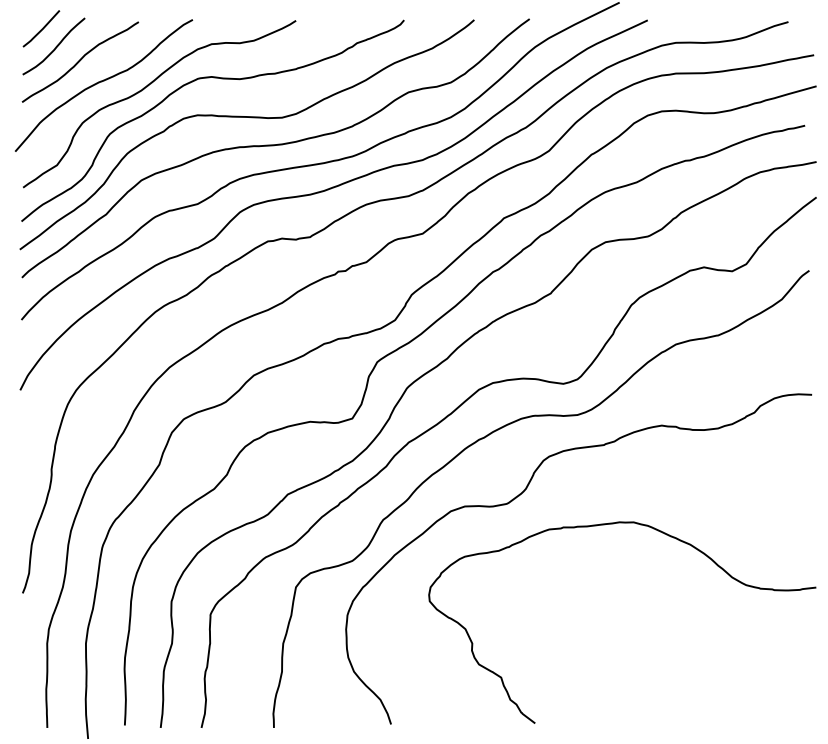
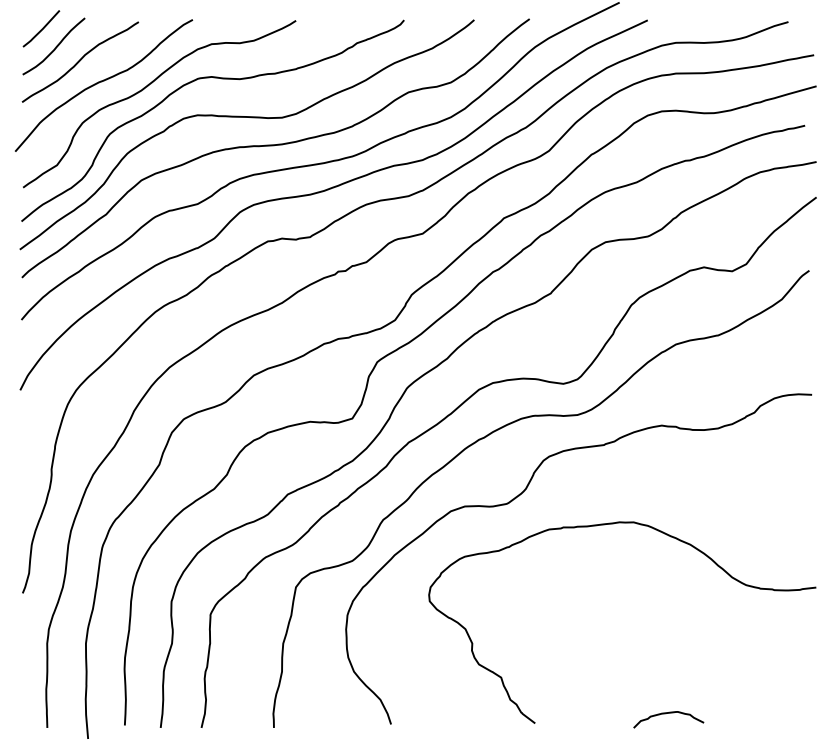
curve at (665, 714): none -> present
